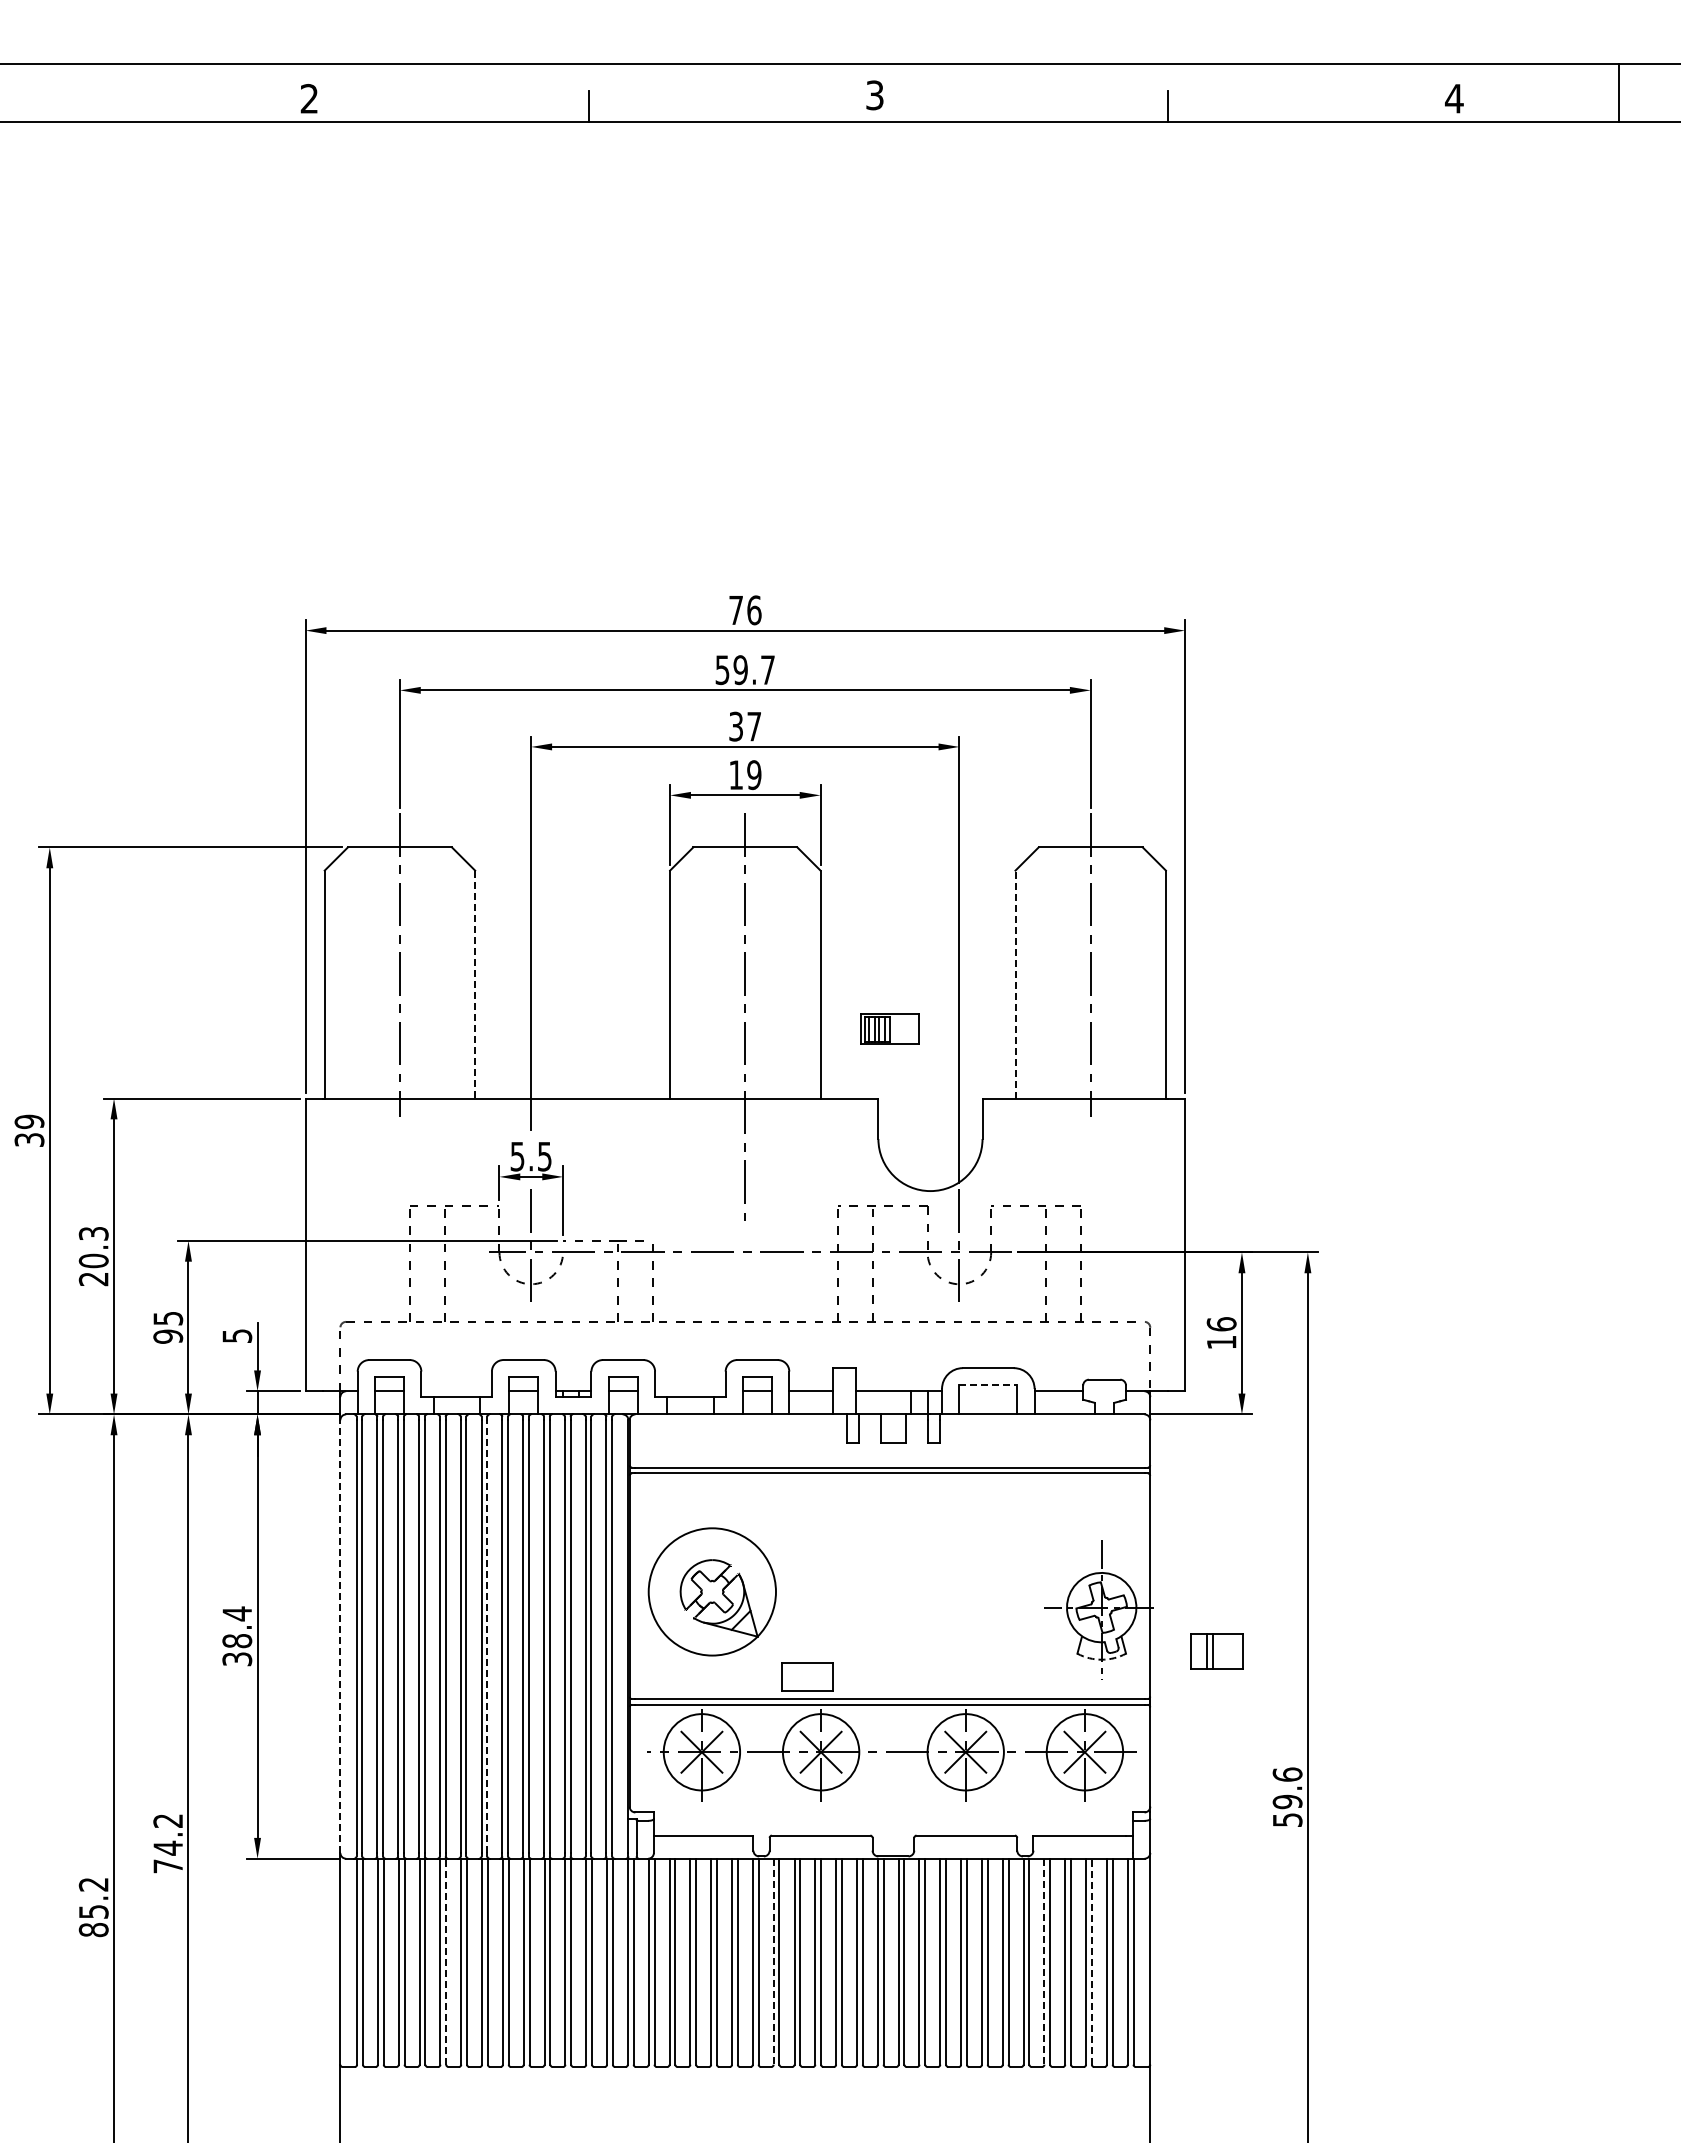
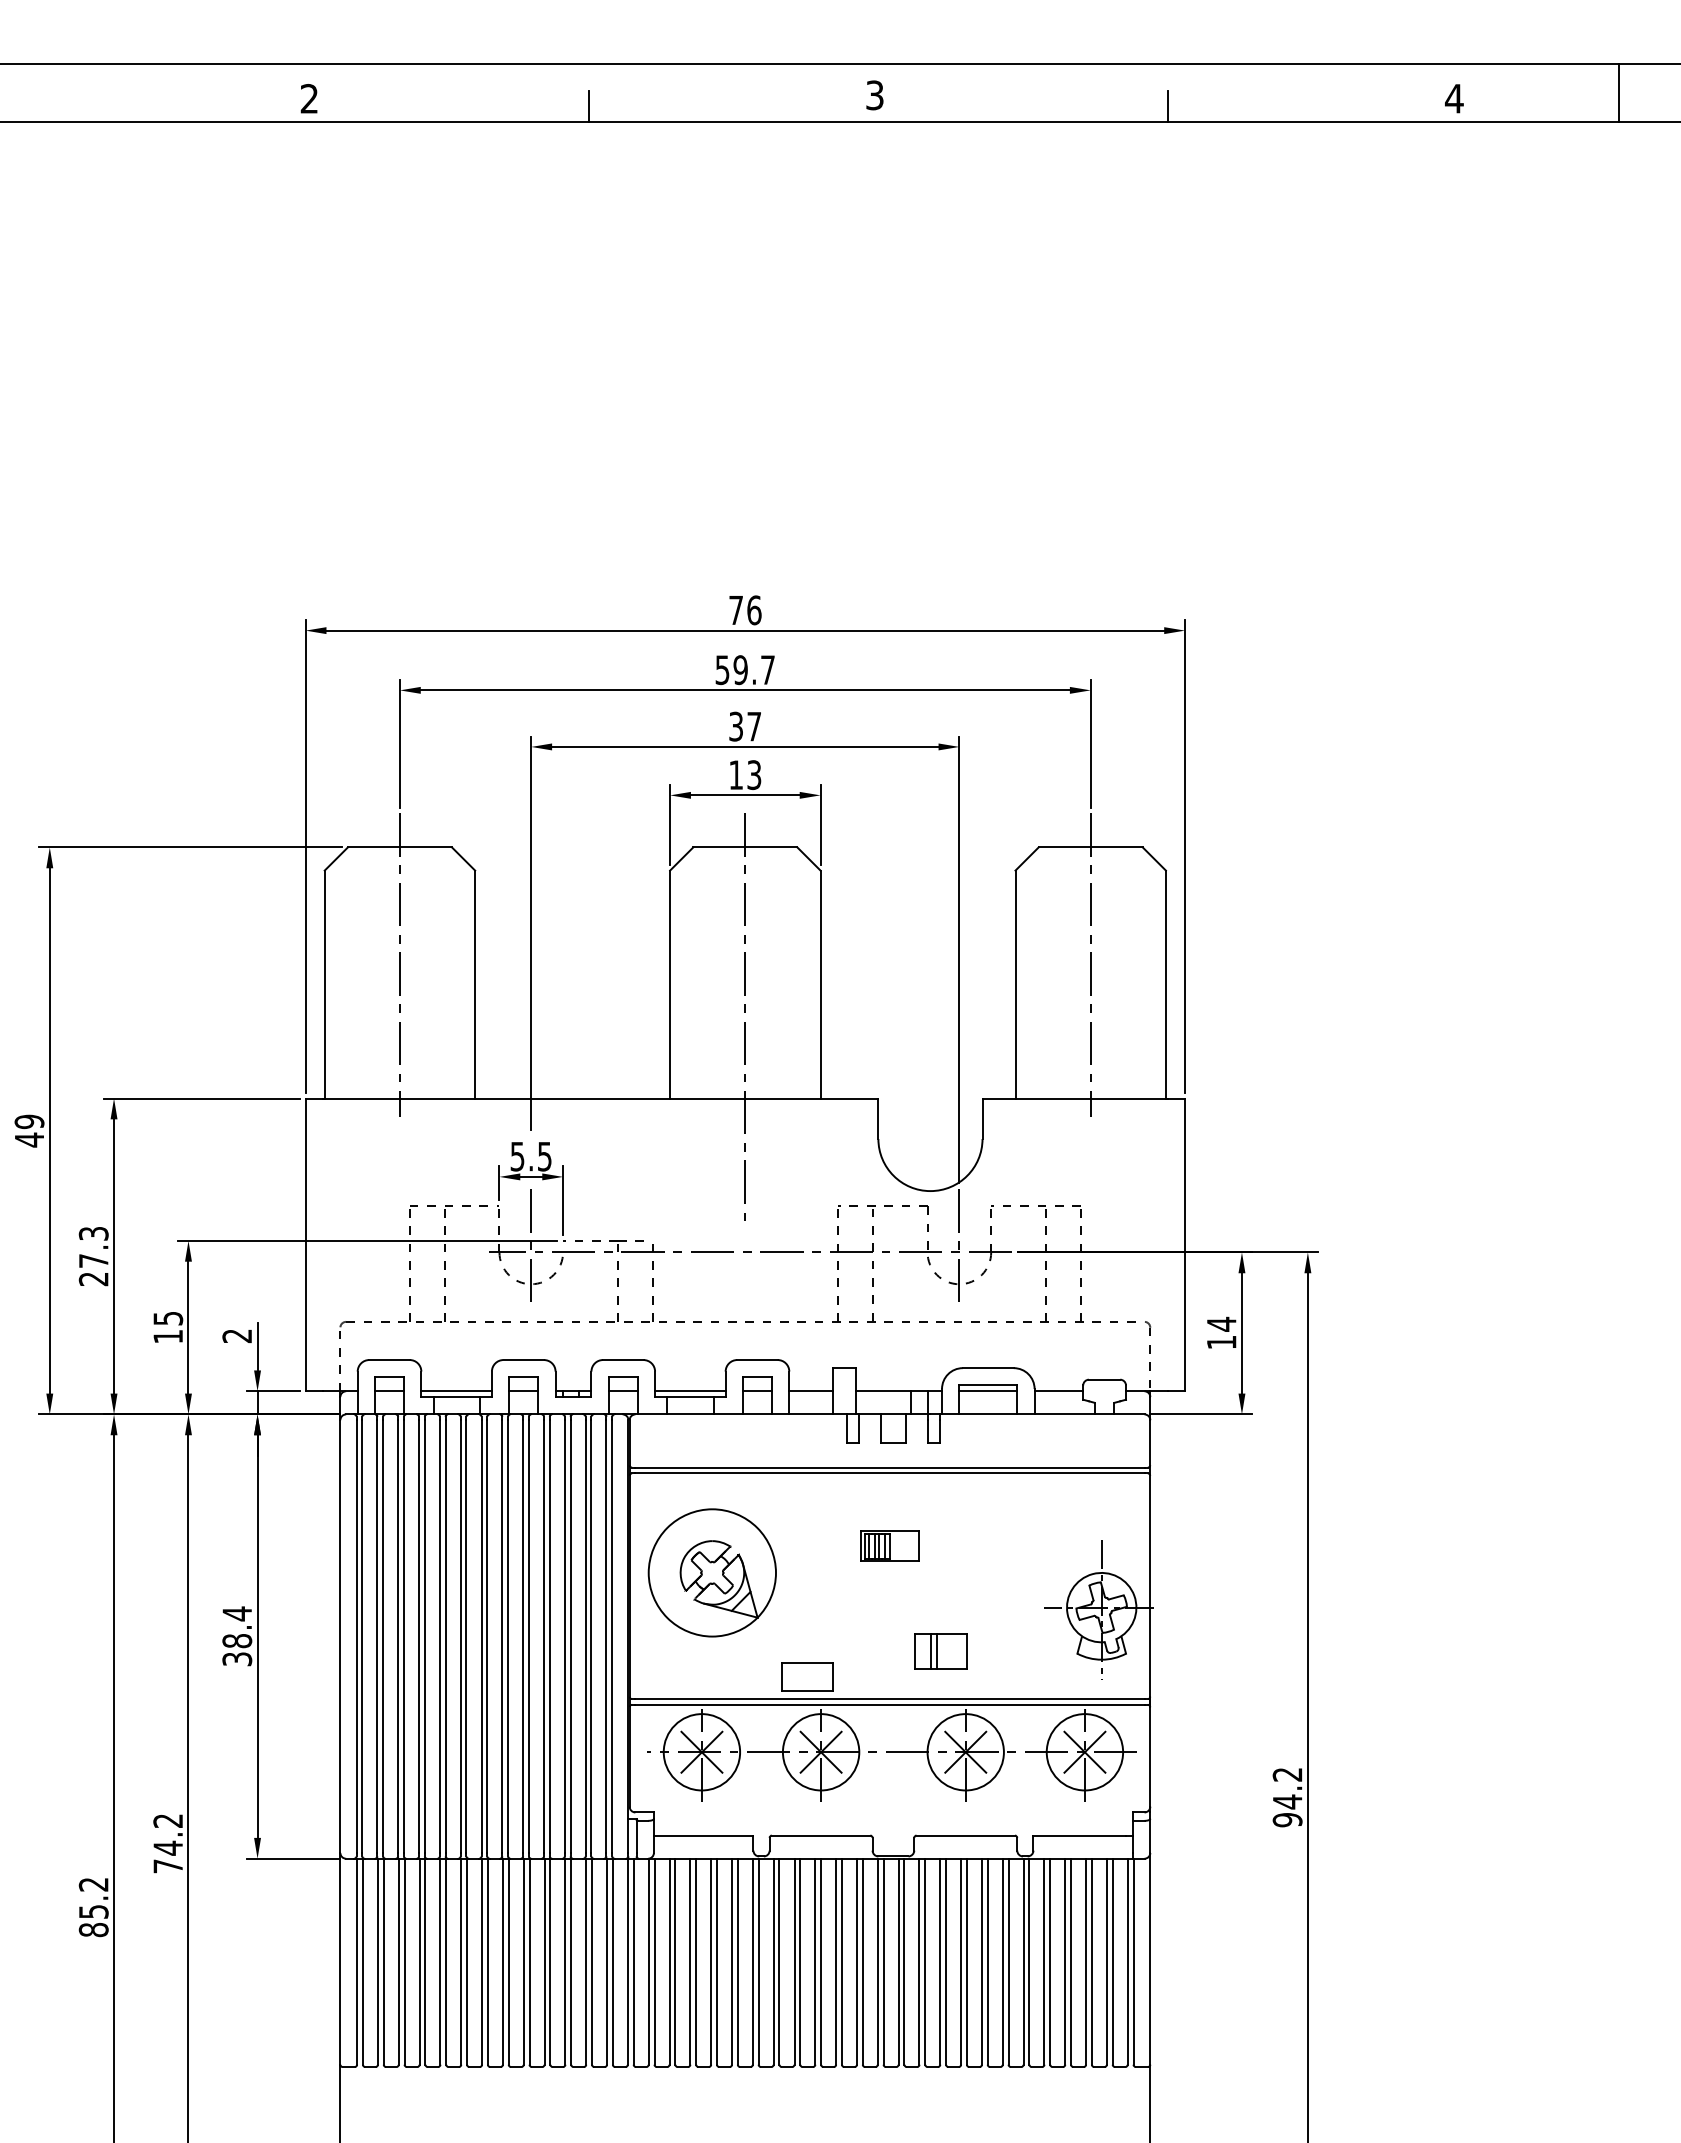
text at (754, 774): 19 -> 13
line at (475, 984): dashed -> solid
line at (1015, 984): dashed -> solid
part at (889, 1028) position: (889, 1028) -> (889, 1545)
text at (29, 1139): 39 -> 49
text at (93, 1260): 20.3 -> 27.3
text at (1221, 1323): 16 -> 14
text at (168, 1336): 95 -> 15
text at (237, 1336): 5 -> 2
line at (988, 1385): dashed -> solid
line at (456, 1391): none -> present
line at (690, 1391): none -> present
line at (988, 1391): none -> present
part at (711, 1591) position: (711, 1591) -> (711, 1572)
line at (340, 1636): dashed -> solid
line at (487, 1636): dashed -> solid
part at (1216, 1651) position: (1216, 1651) -> (940, 1651)
arc at (1101, 1659): dashed -> solid
text at (1287, 1797): 59.6 -> 94.2
line at (446, 1961): dashed -> solid
line at (773, 1961): dashed -> solid
line at (1044, 1961): dashed -> solid
line at (1091, 1961): dashed -> solid
